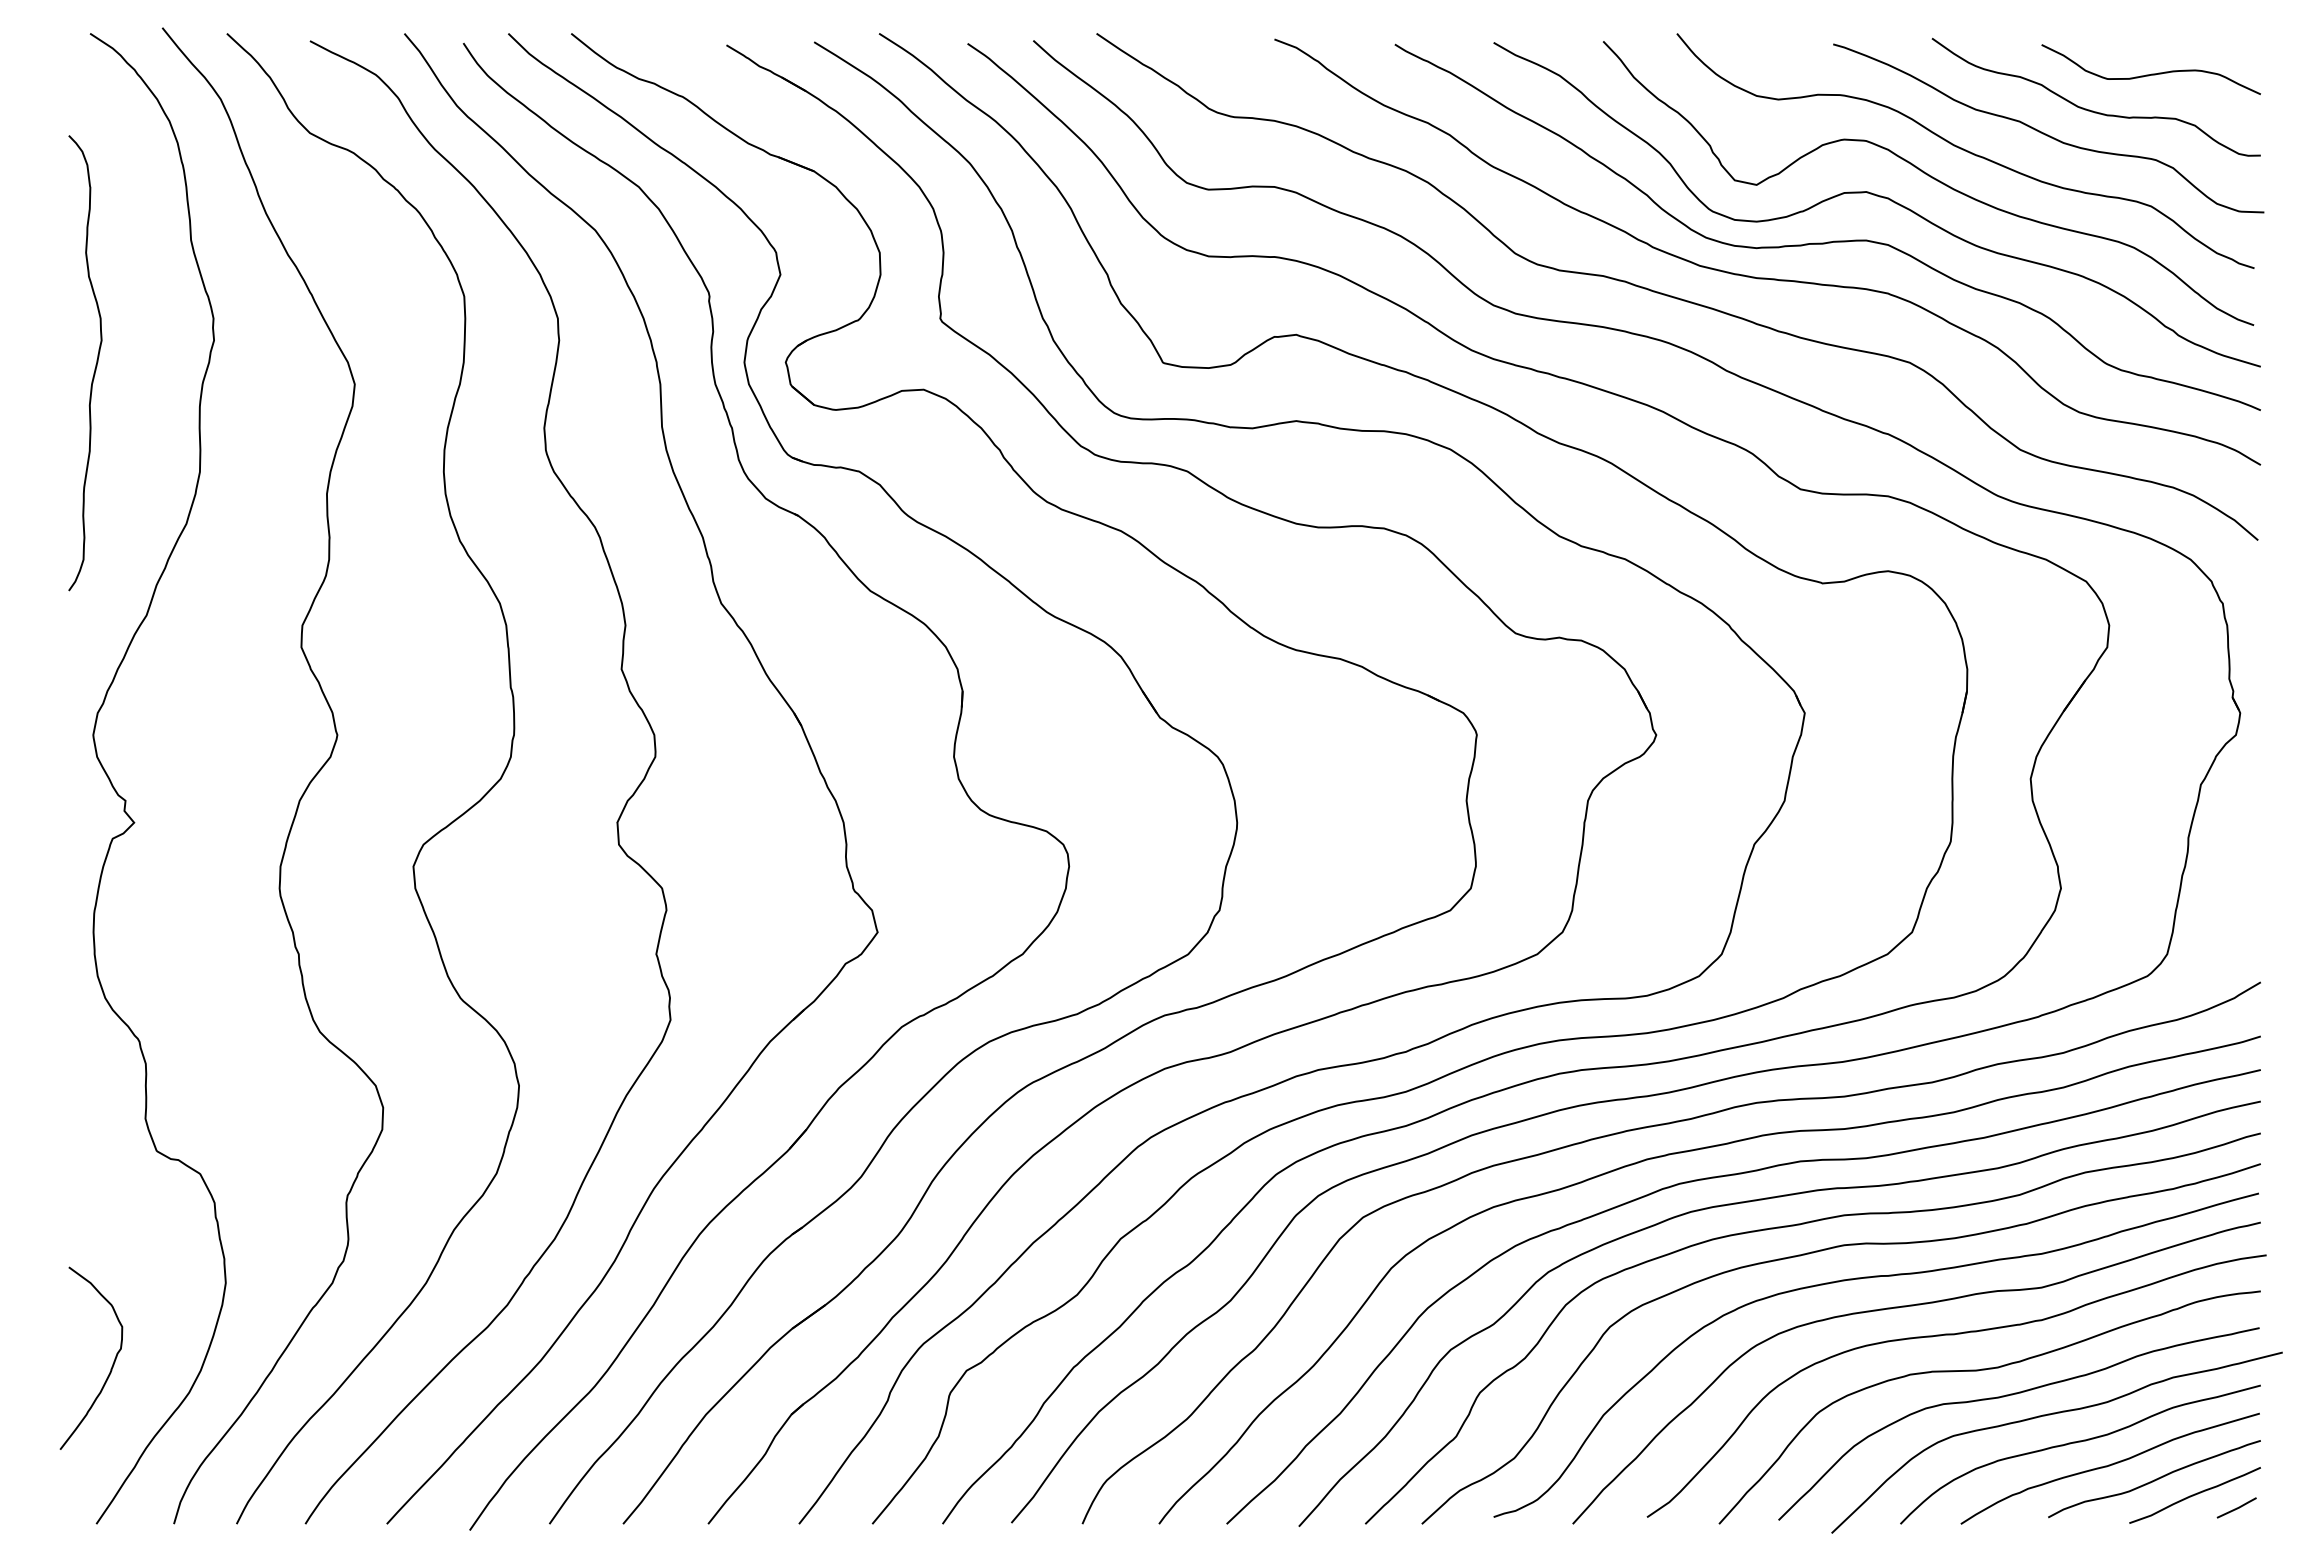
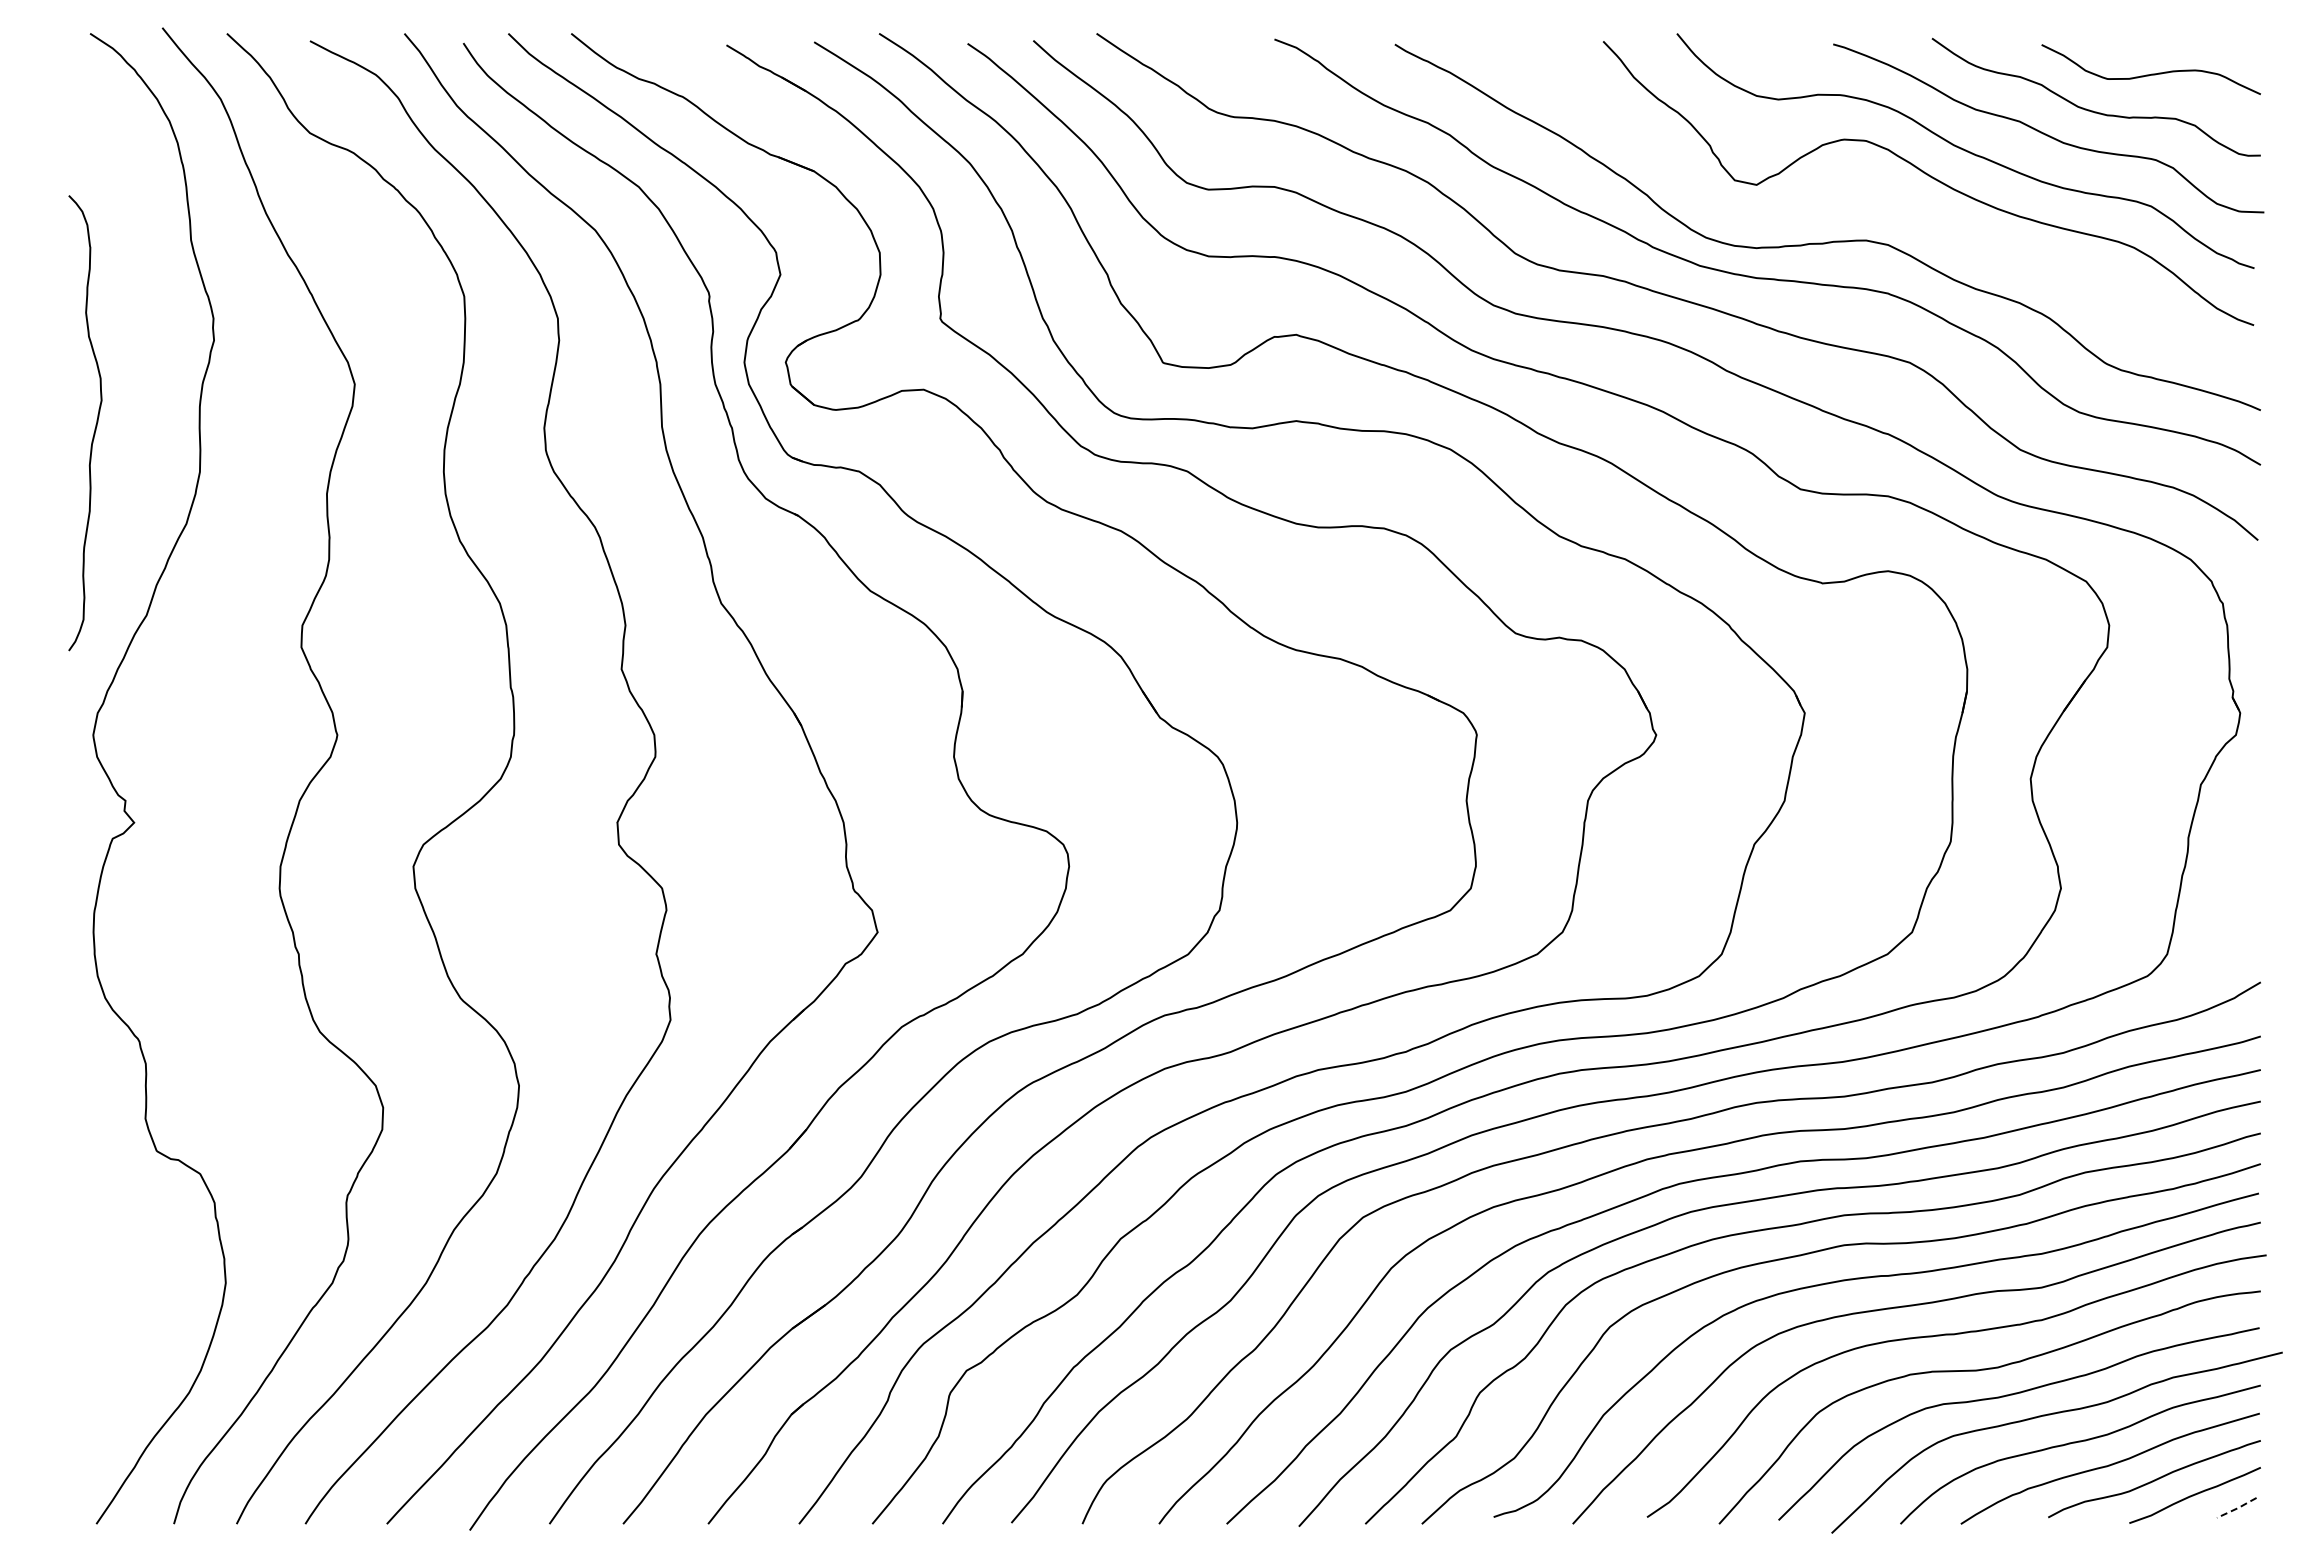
curve at (1879, 197): present -> none
curve at (95, 364) position: (95, 364) -> (95, 424)
curve at (112, 1363): present -> none
line at (2238, 1508): solid -> dashed
